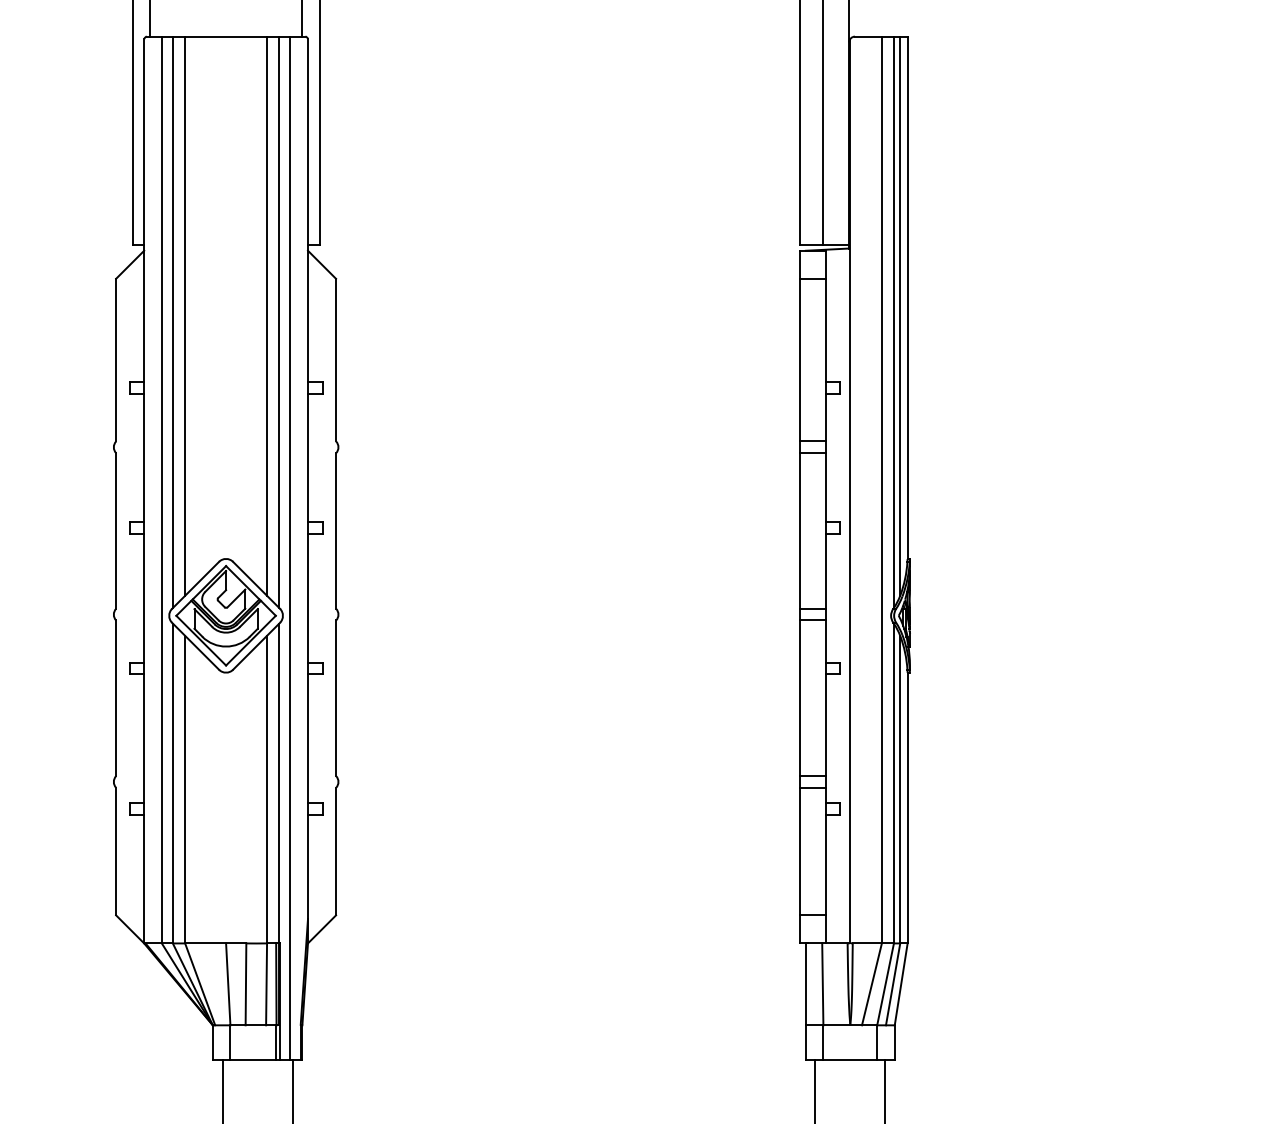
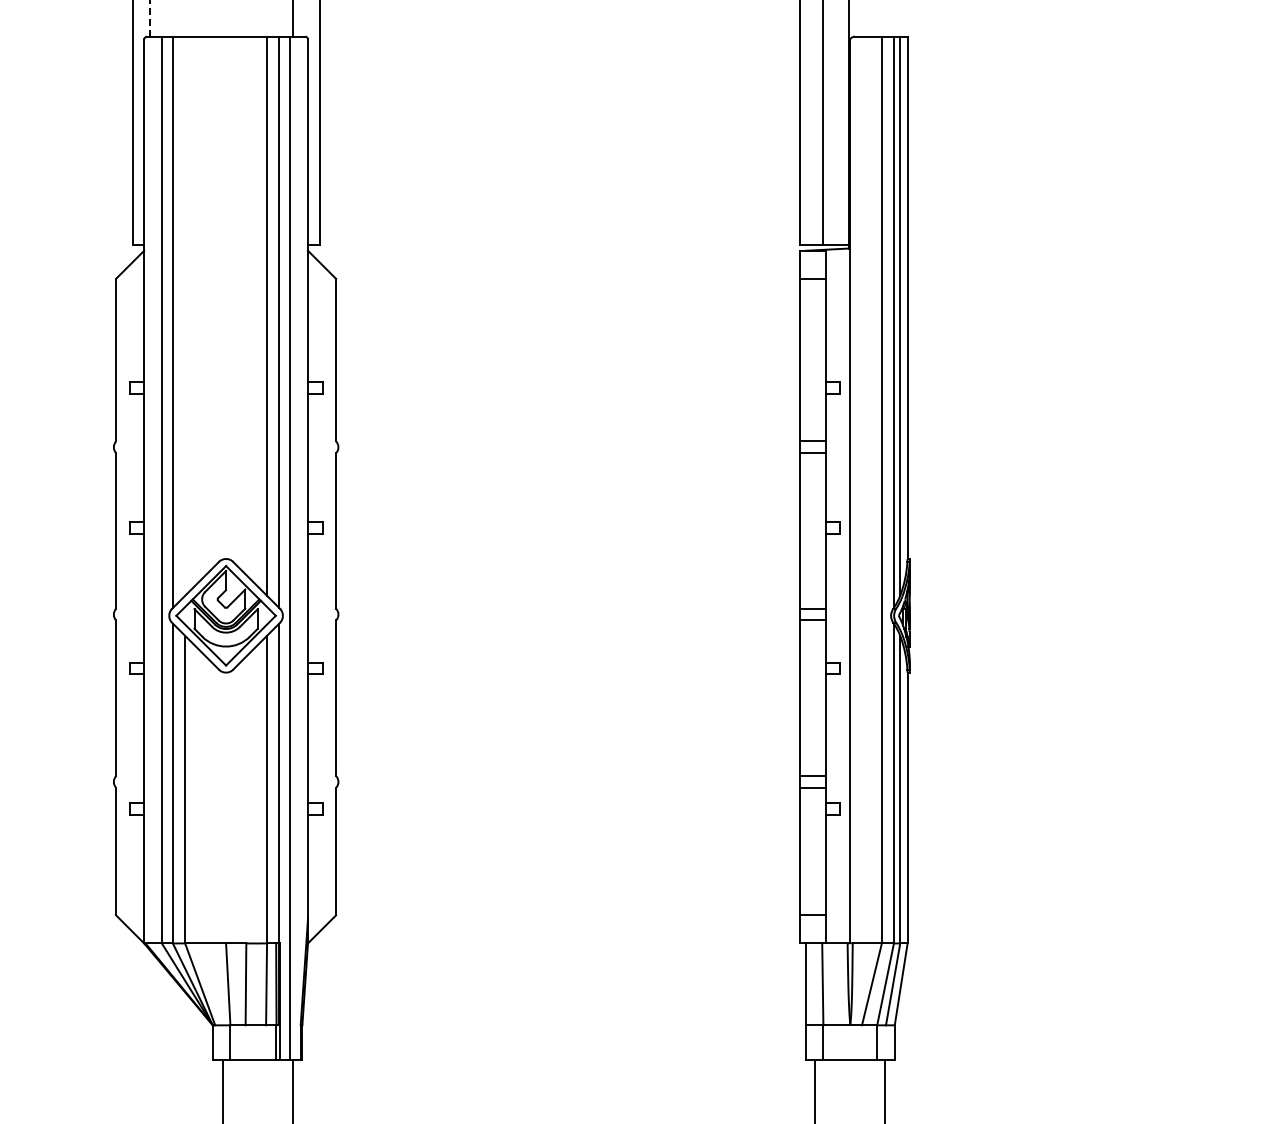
line at (150, 18): solid -> dashed
line at (302, 19) position: (302, 19) -> (293, 19)
line at (185, 315): present -> none
